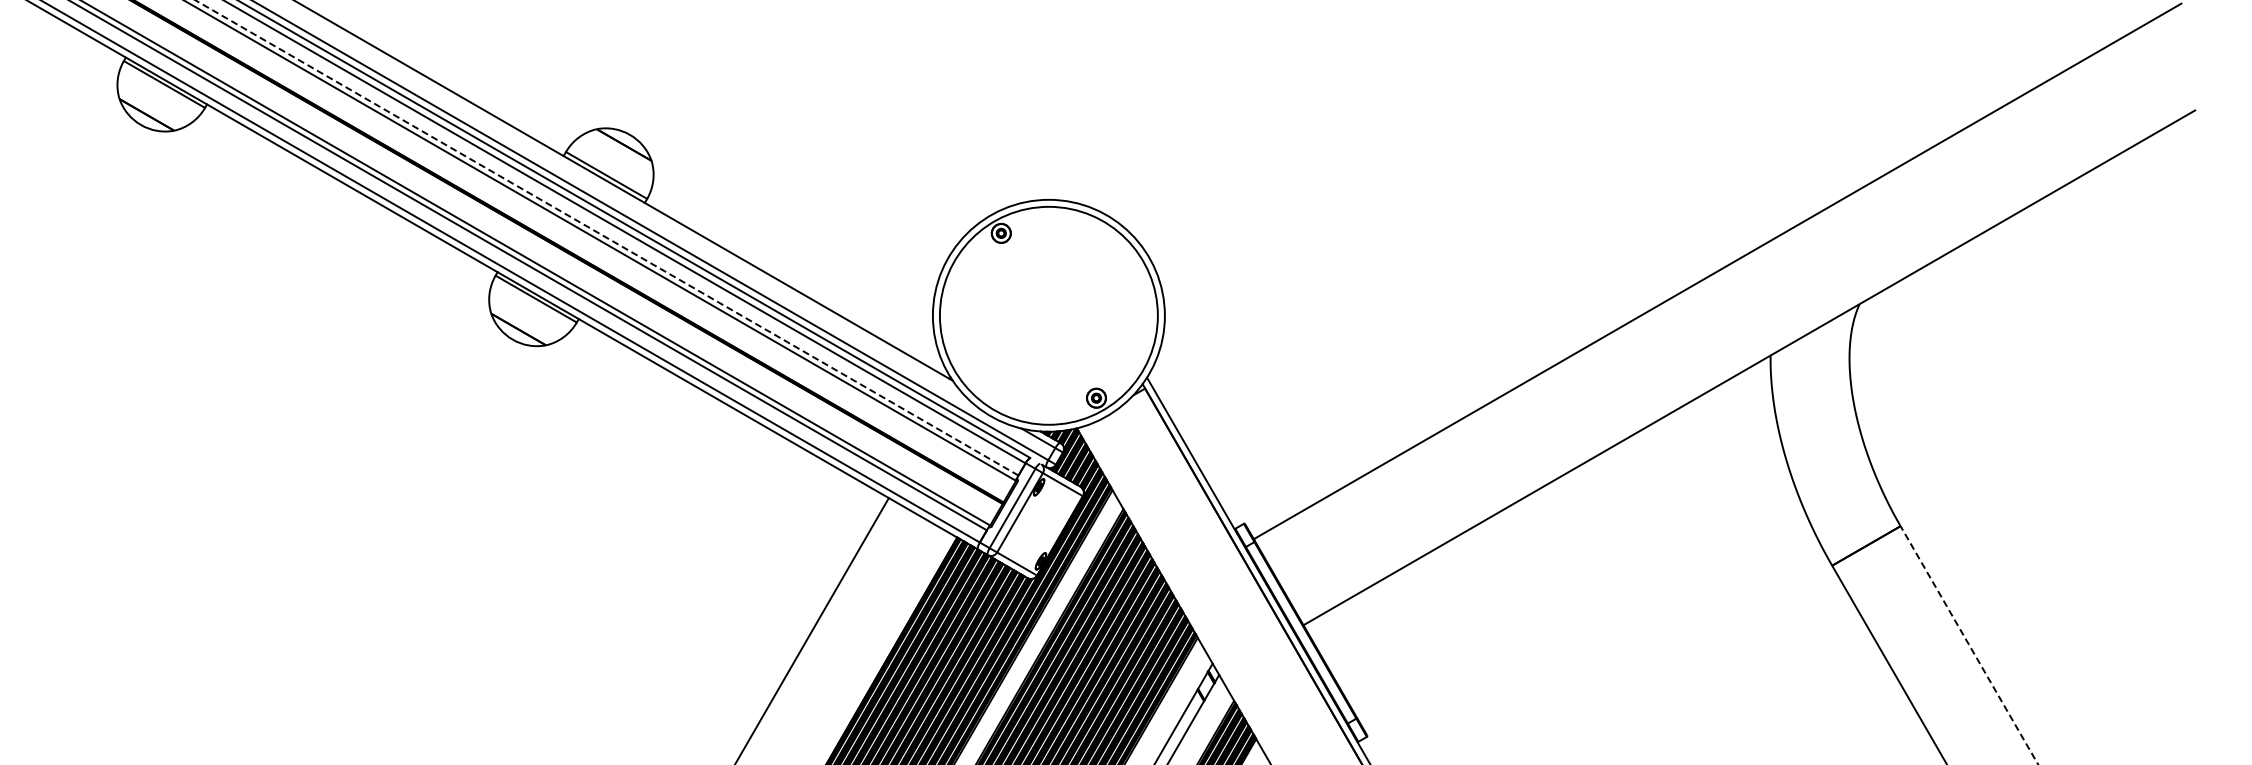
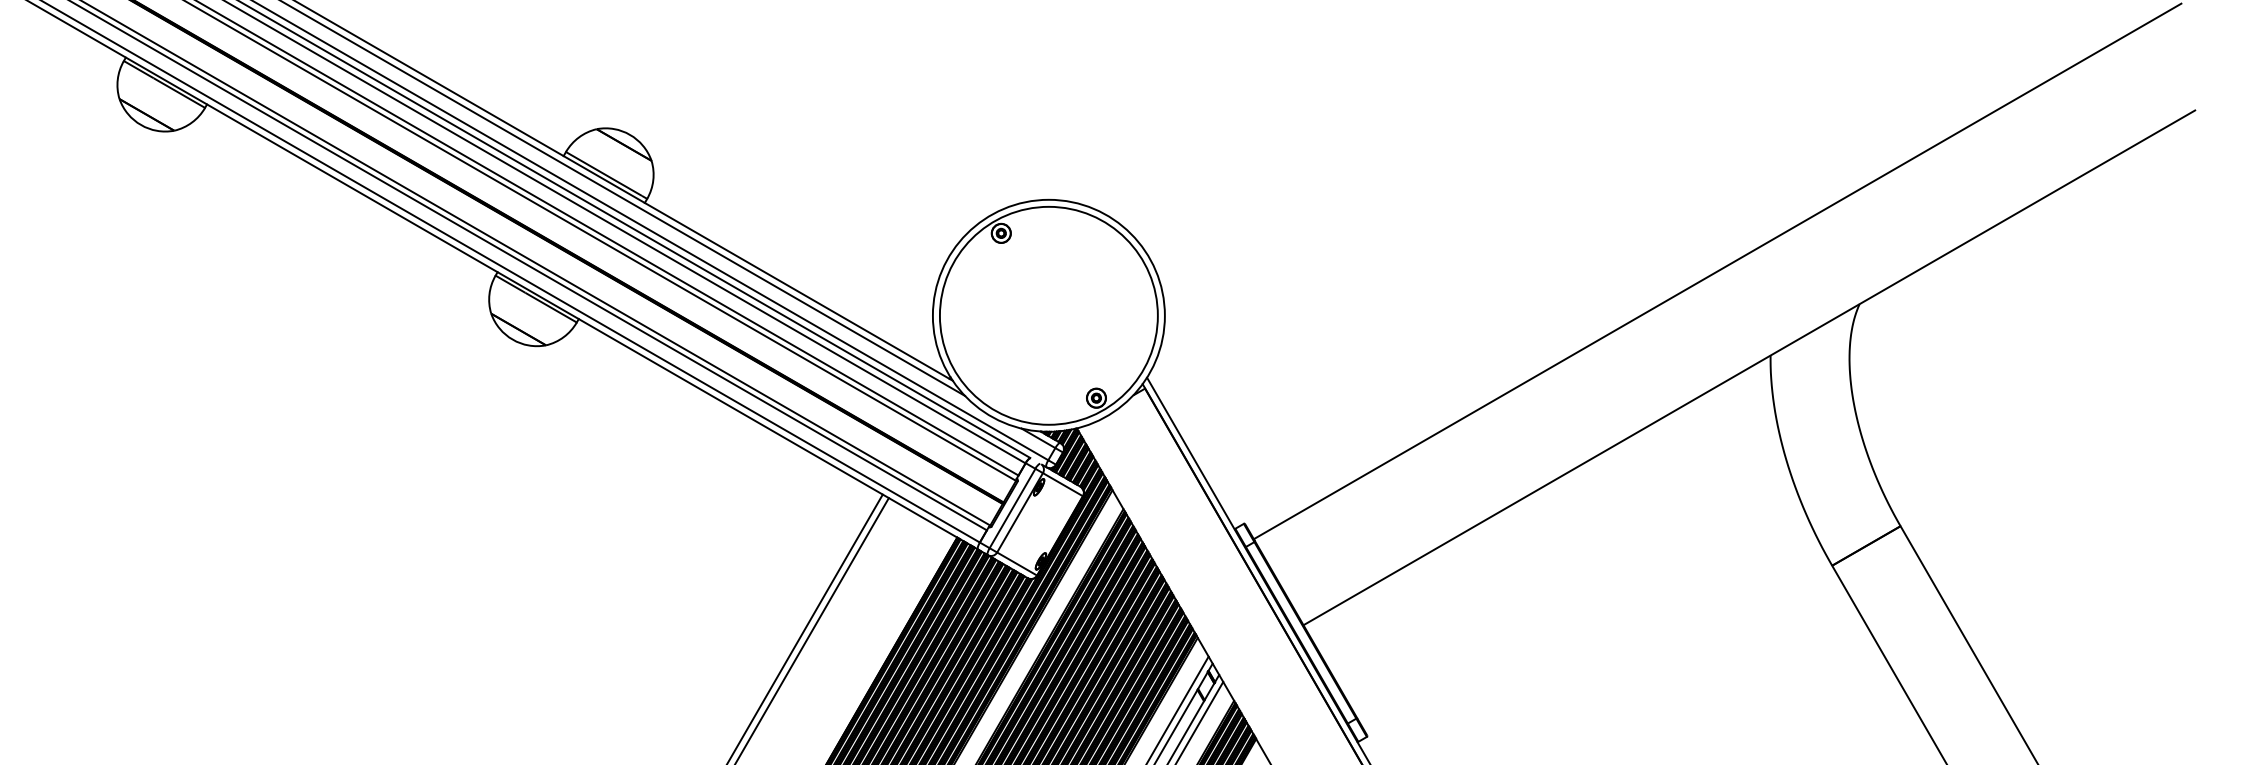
line at (623, 198): none -> present
line at (606, 237): dashed -> solid
line at (805, 627): none -> present
line at (1969, 644): dashed -> solid
line at (1178, 708): none -> present
line at (1200, 721): none -> present
